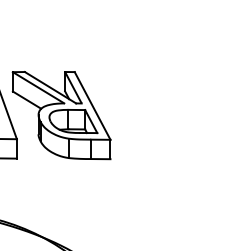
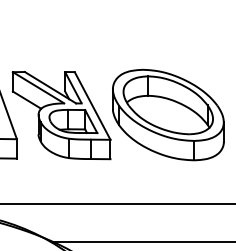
part at (168, 114): none -> present
line at (117, 204): none -> present
line at (142, 241): none -> present
